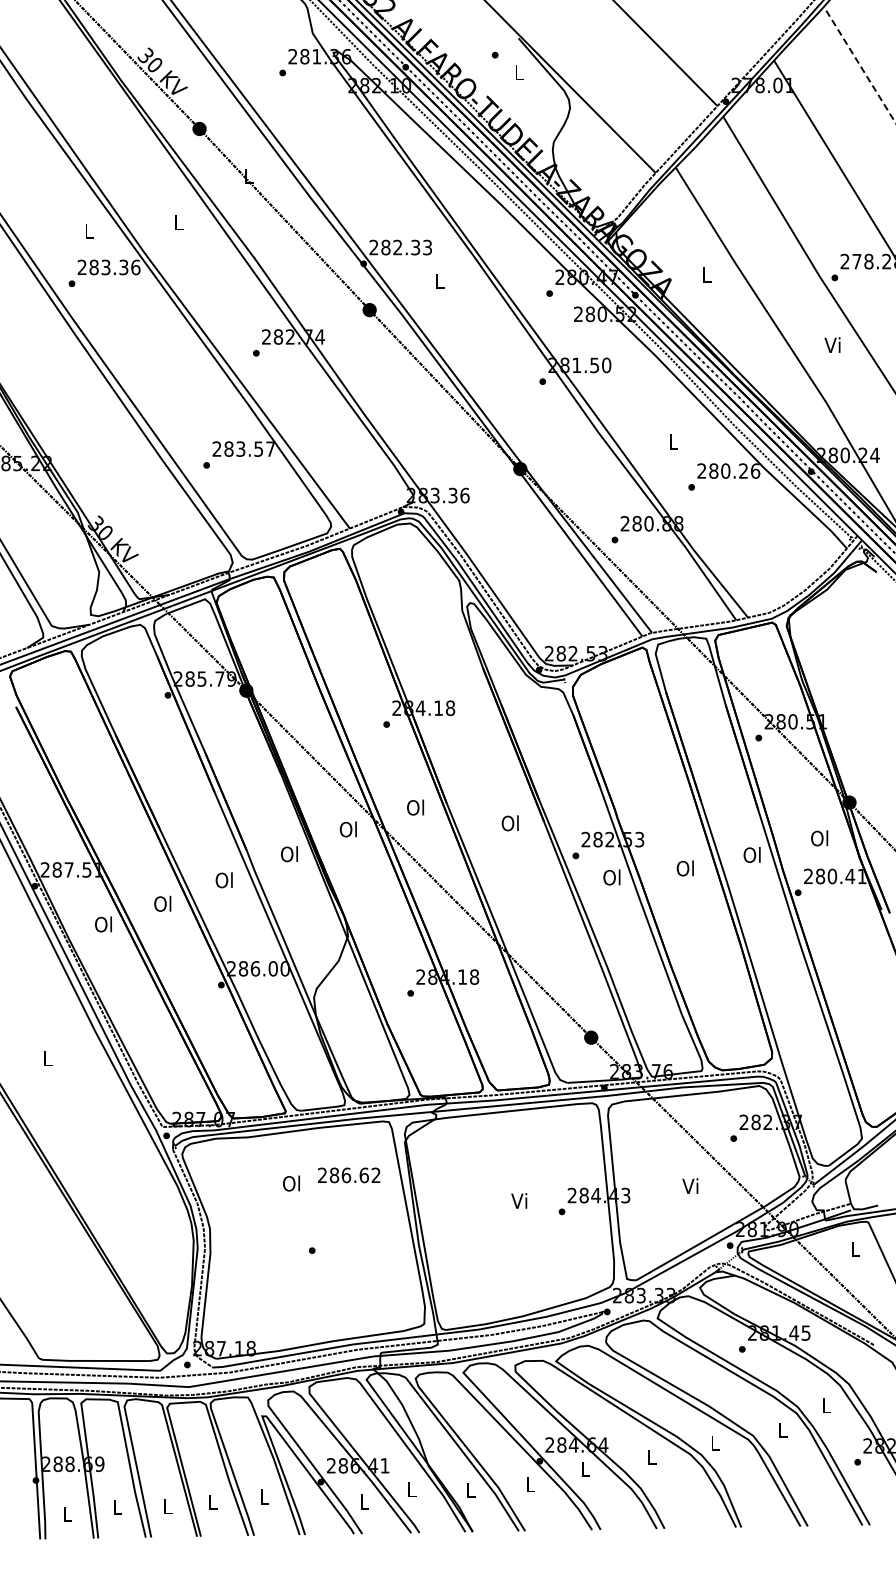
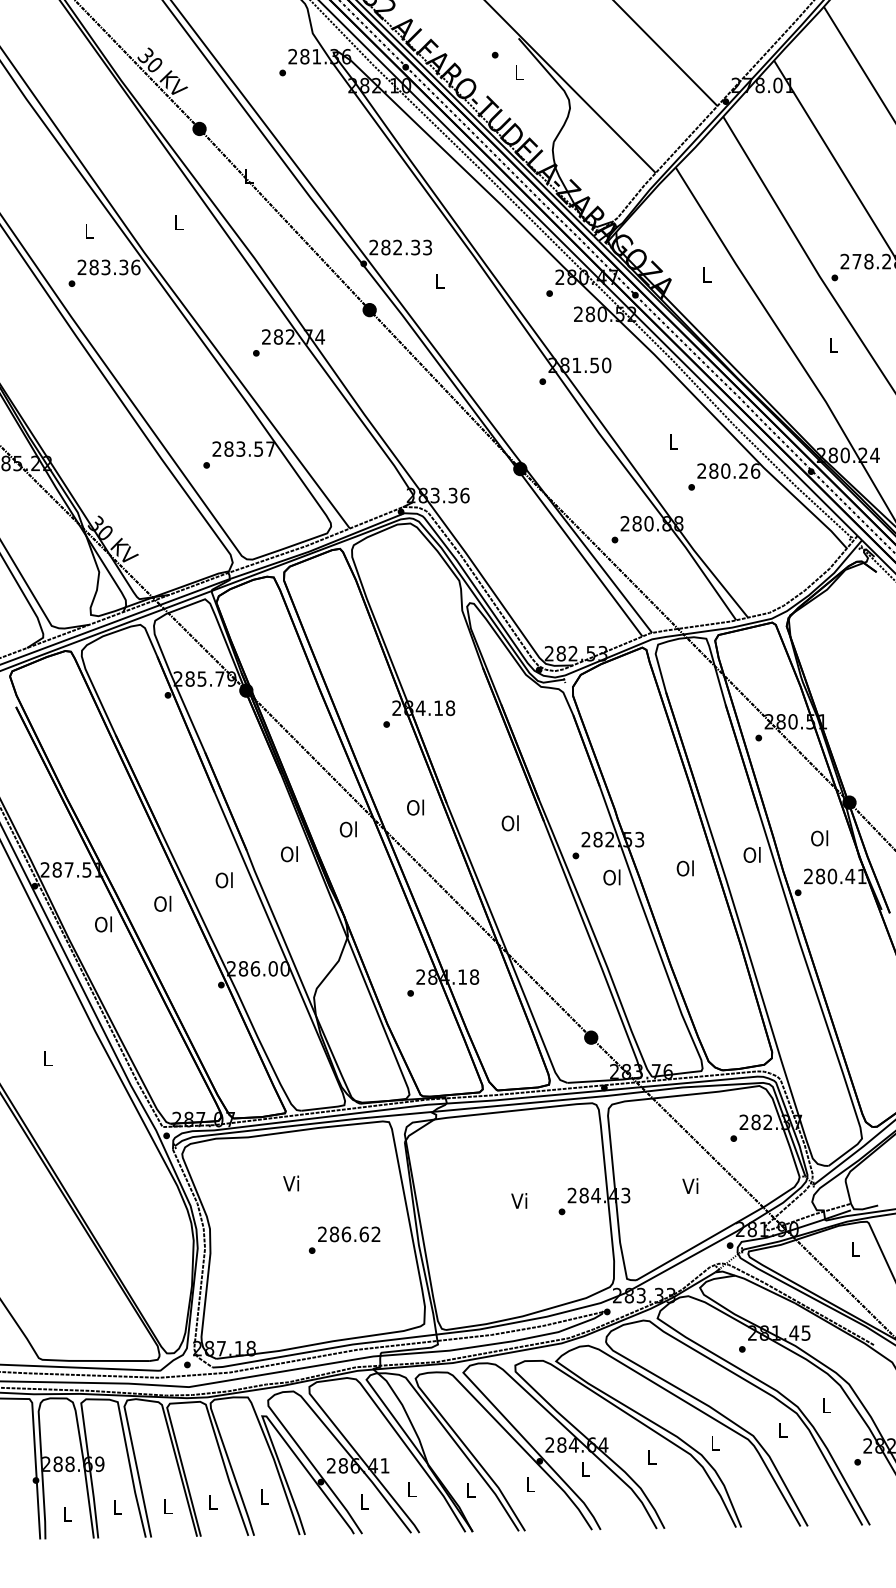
line at (859, 64): dashed -> solid
text at (832, 344): Vi -> L
text at (349, 1175) position: (349, 1175) -> (349, 1234)
text at (291, 1183): Ol -> Vi
